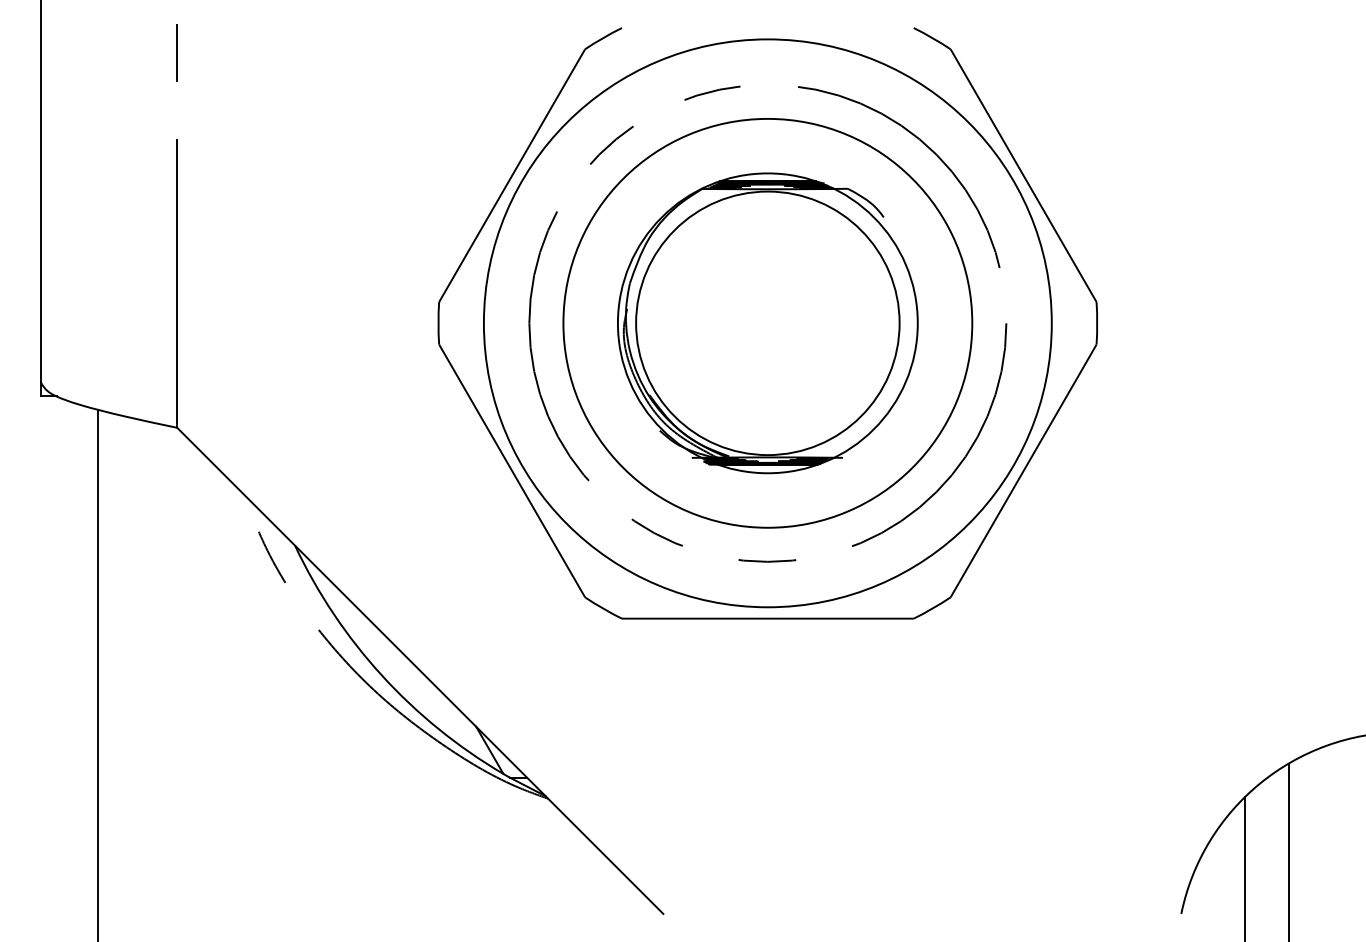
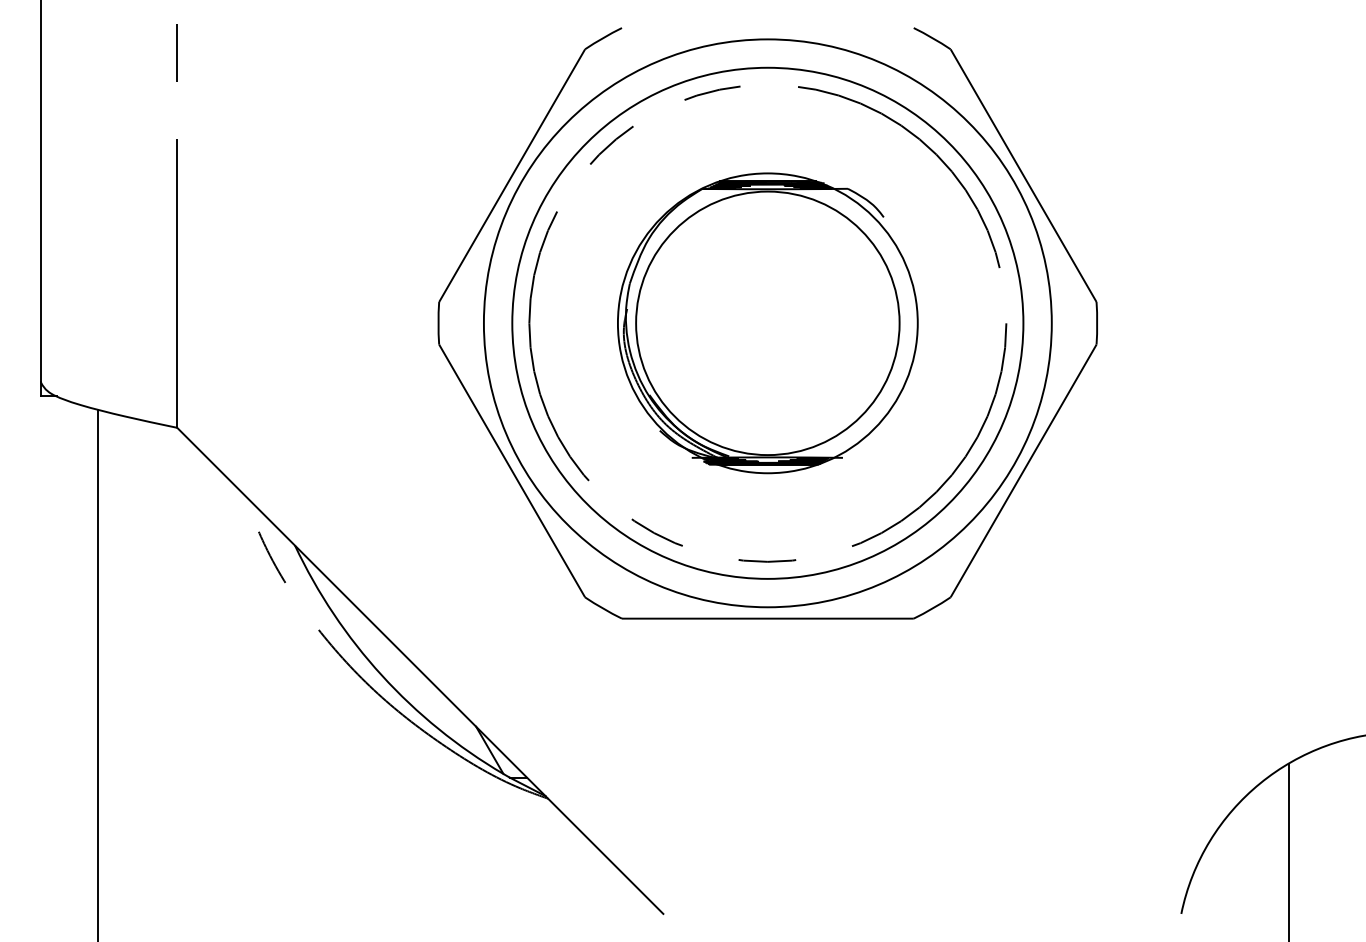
circle at (767, 322) diameter: 409 px -> 511 px
line at (1244, 867): present -> none
